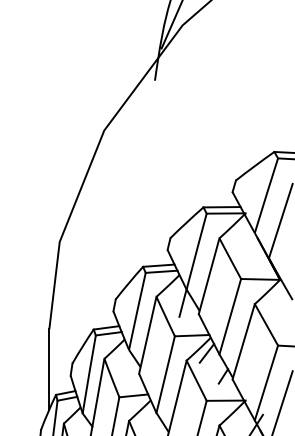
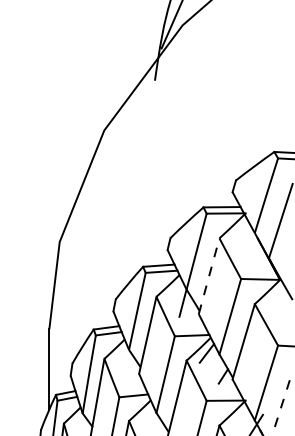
line at (209, 275): solid -> dashed
line at (282, 403): solid -> dashed
